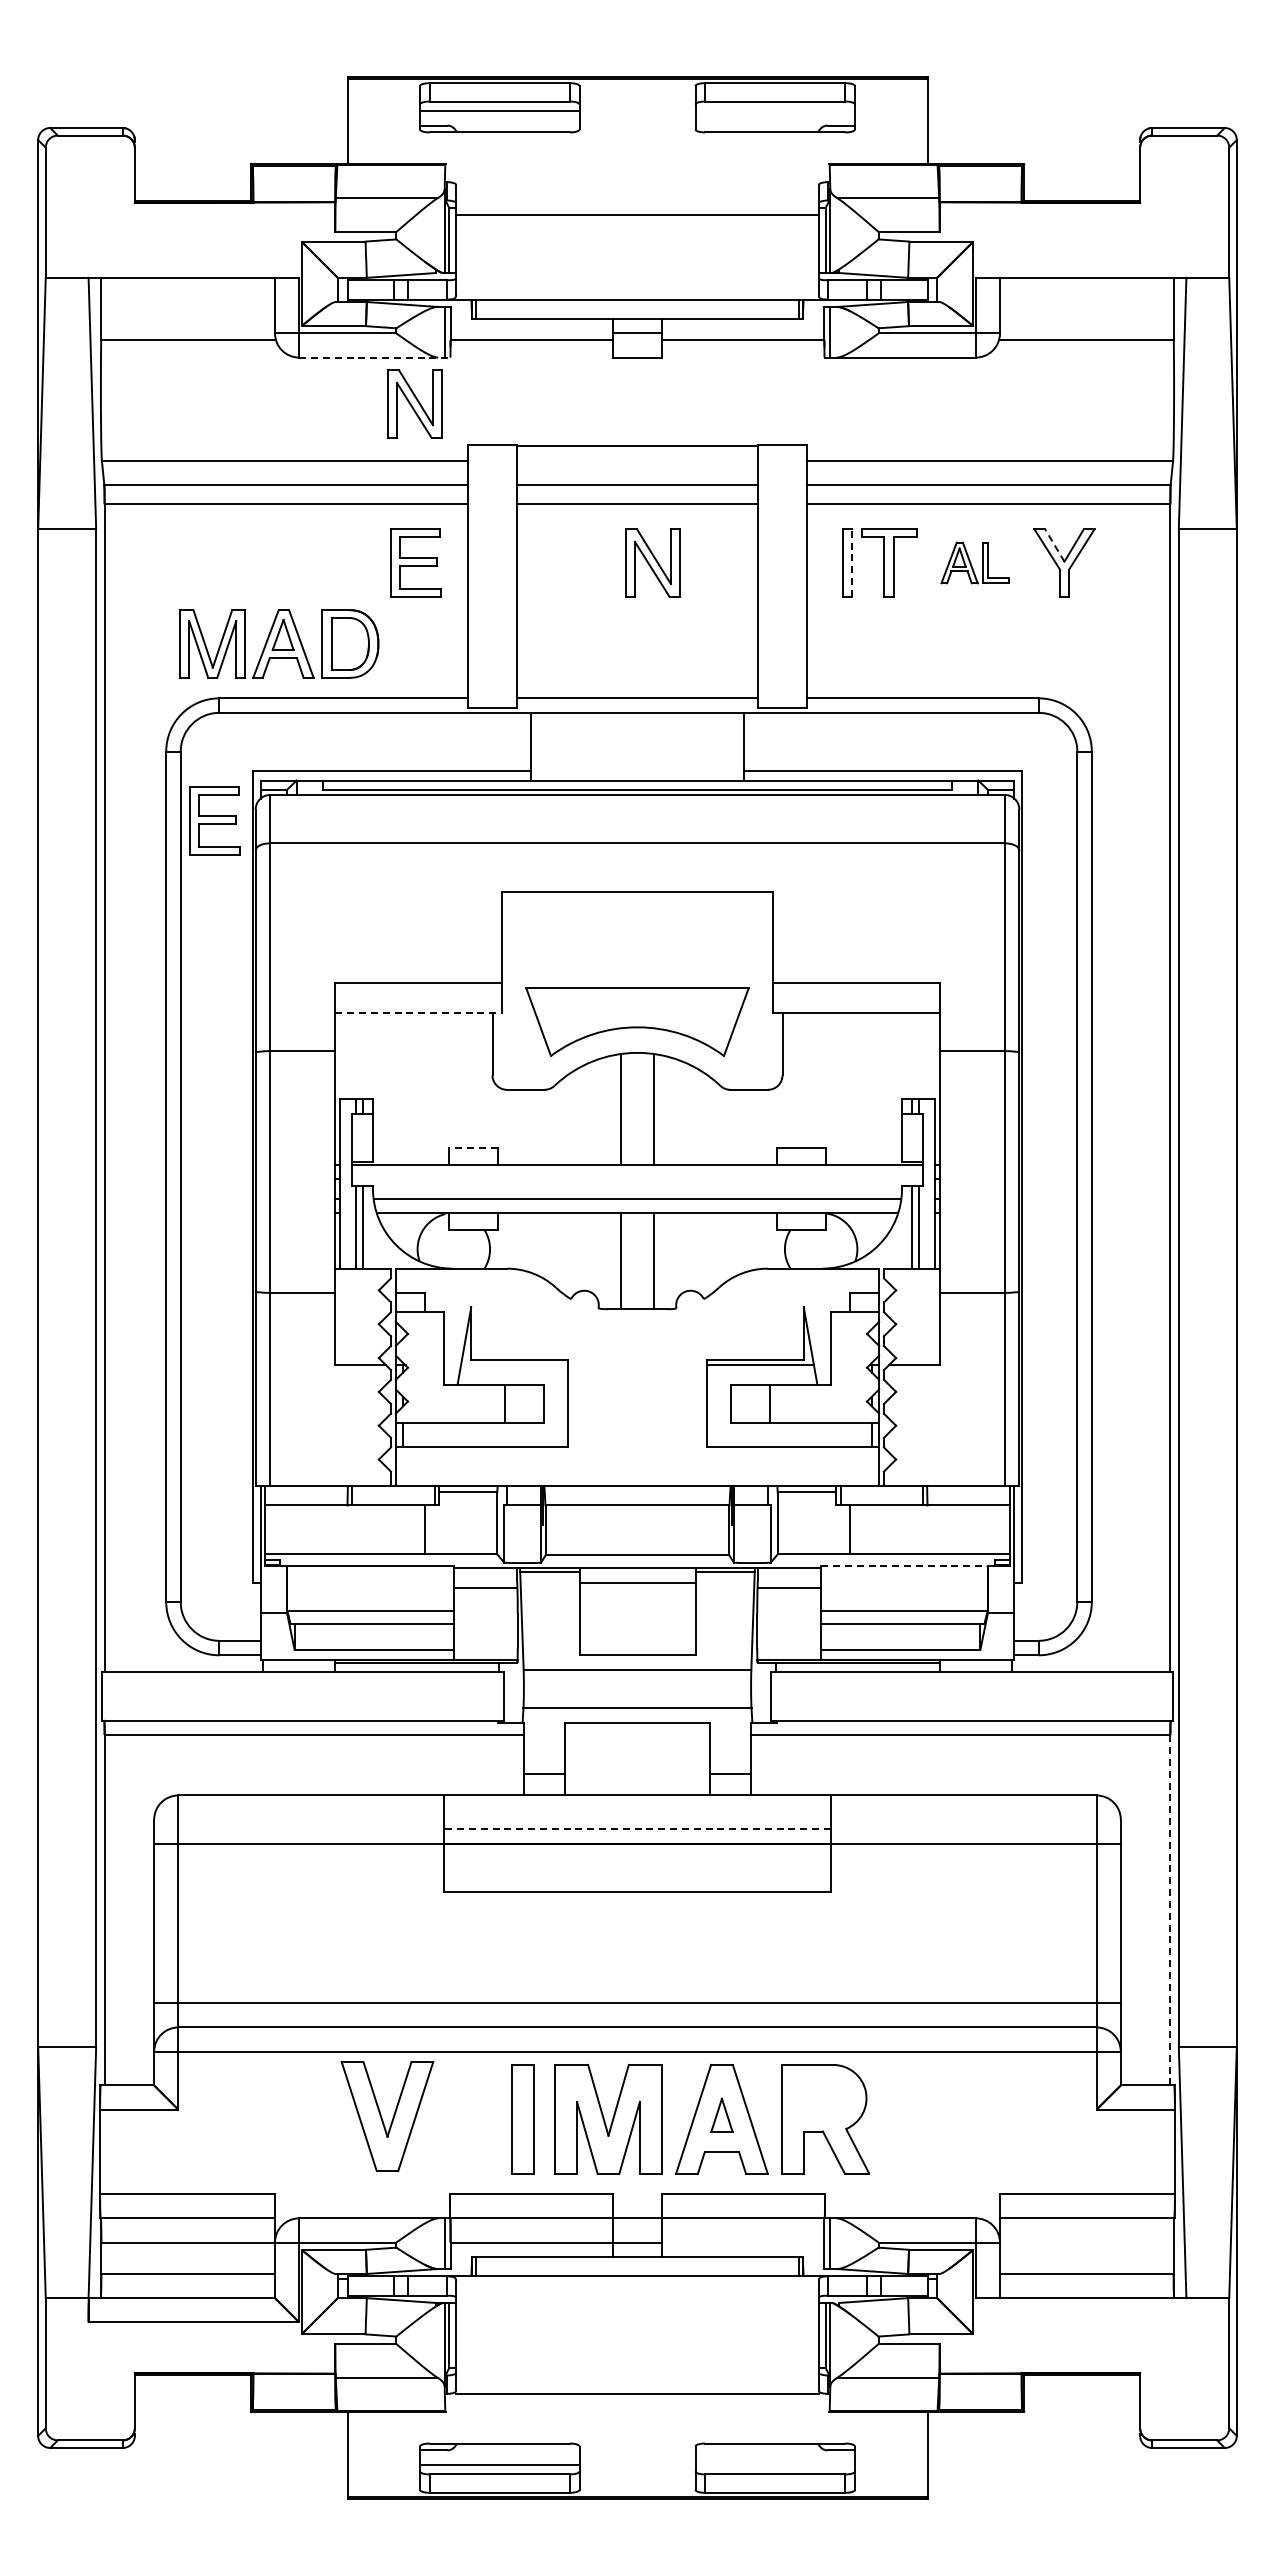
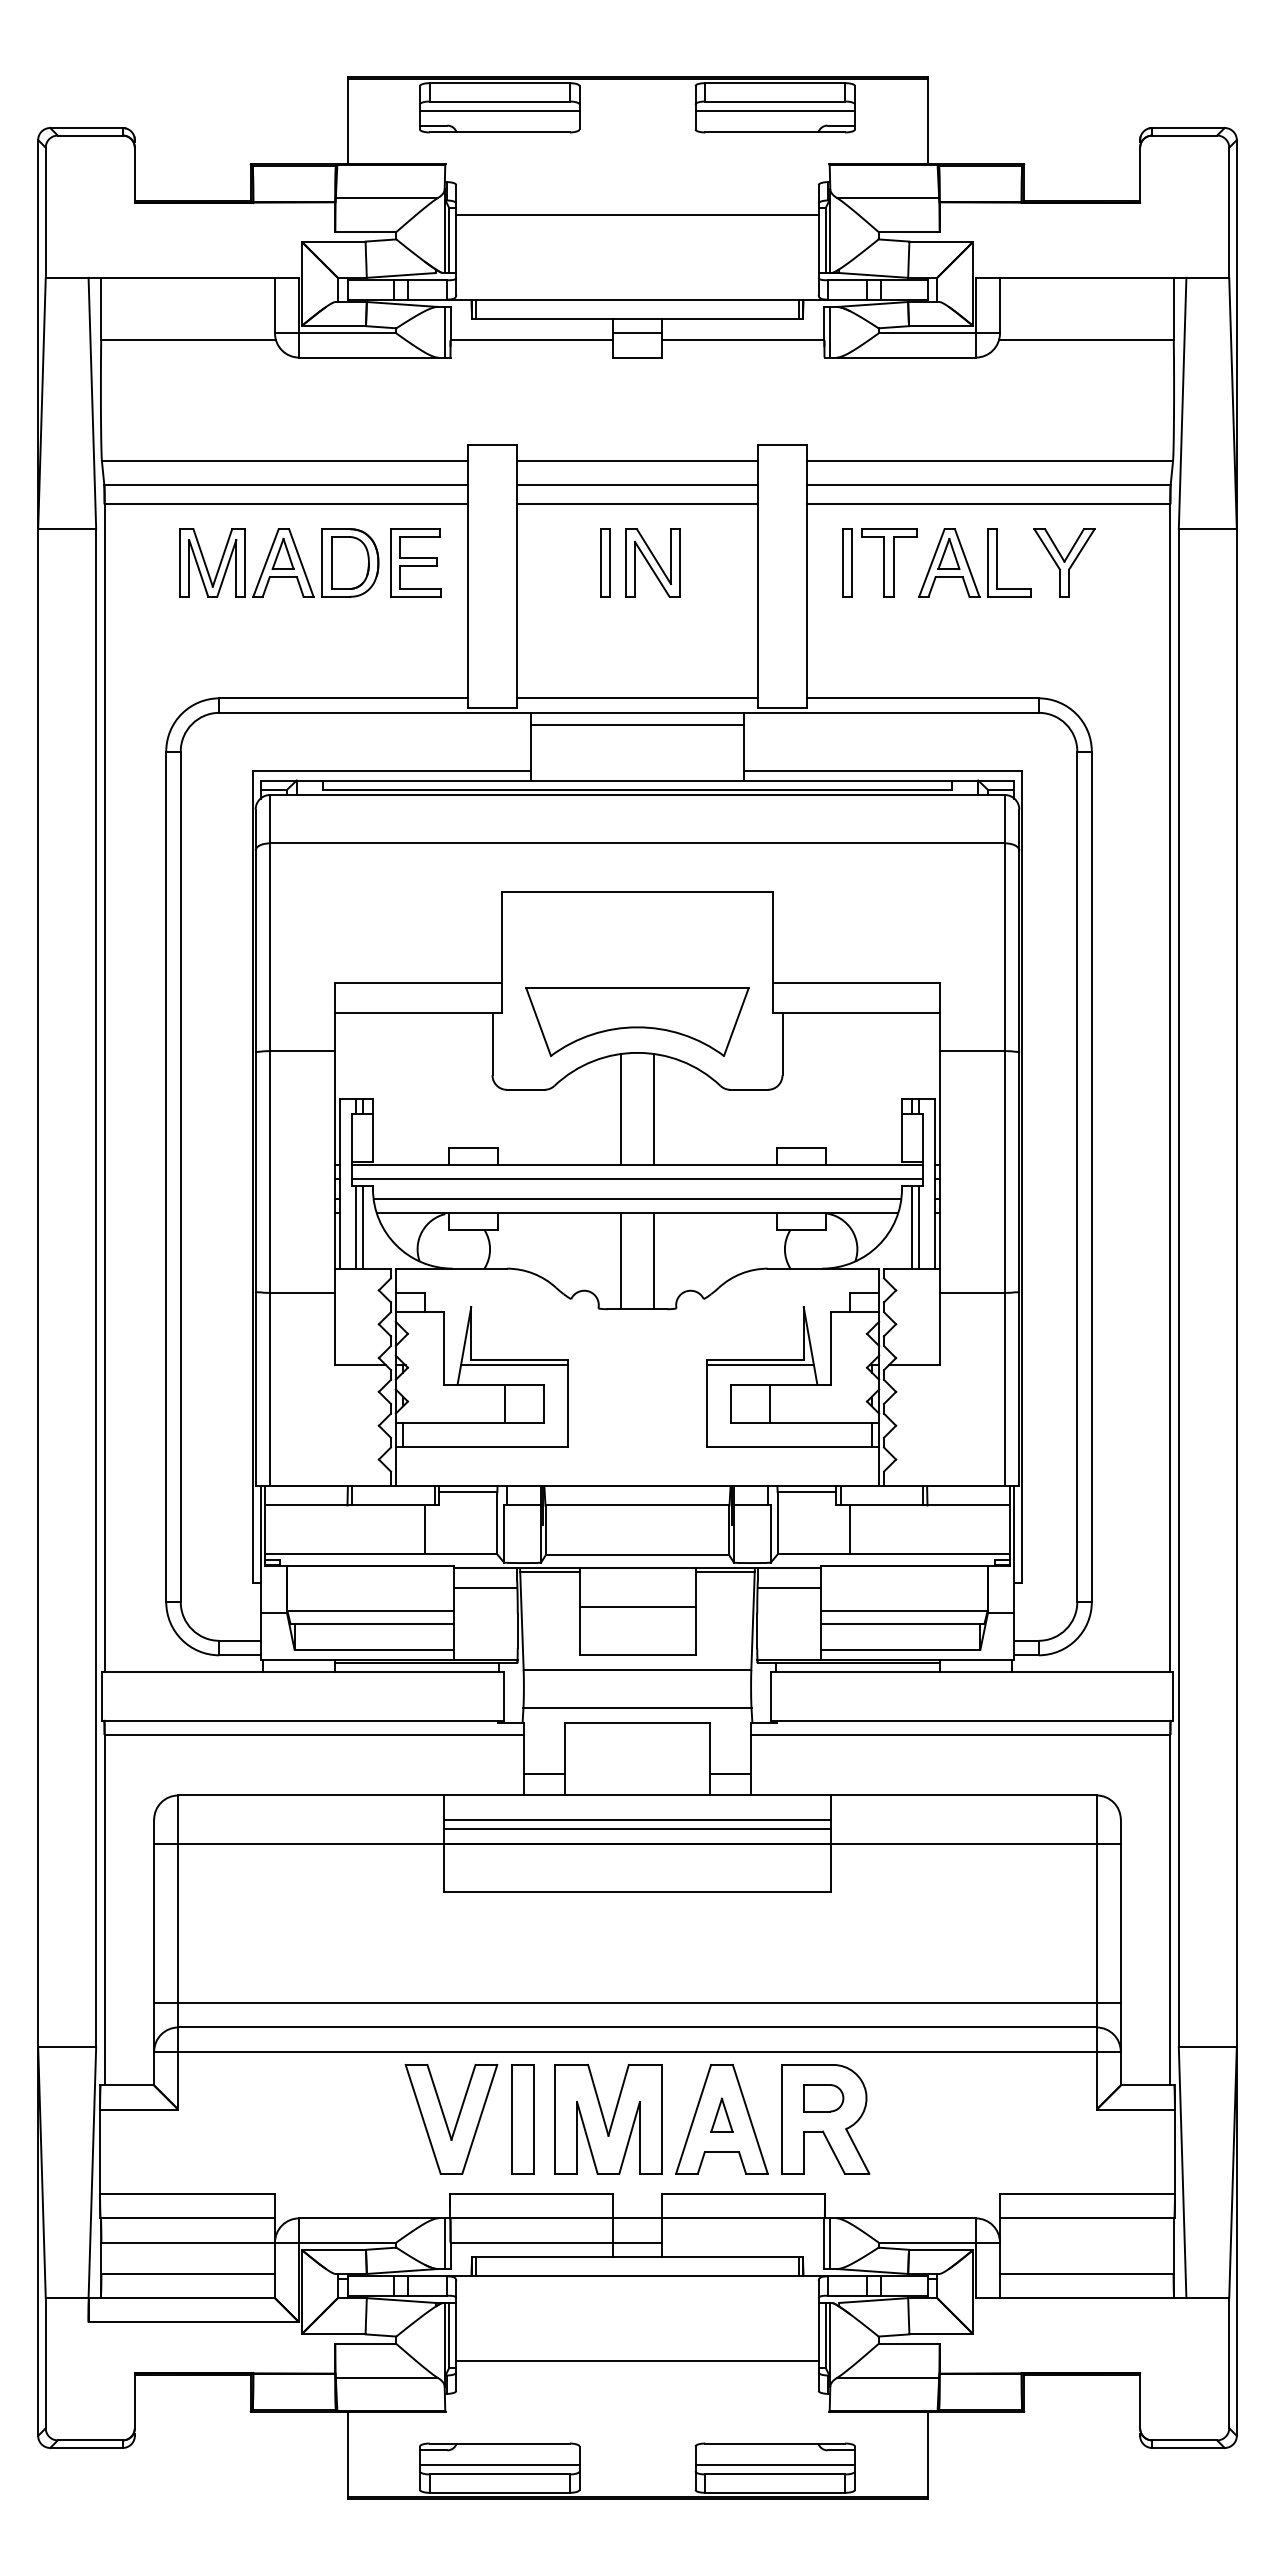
line at (774, 111): none -> present
line at (374, 357): dashed -> solid
part at (414, 403): present -> none
line at (637, 446) position: (637, 446) -> (637, 461)
line at (1054, 545): dashed -> solid
part at (605, 562): none -> present
part at (974, 562) size: 70x44 px -> 114x70 px
line at (851, 563): dashed -> solid
part at (279, 643) position: (279, 643) -> (279, 562)
line at (637, 724): none -> present
part at (214, 820): present -> none
line at (419, 1012): dashed -> solid
line at (473, 1147): dashed -> solid
line at (637, 1179): none -> present
line at (513, 1365): none -> present
line at (904, 1566): dashed -> solid
line at (637, 1582) position: (637, 1582) -> (637, 1606)
line at (637, 1819): none -> present
line at (637, 1829): dashed -> solid
line at (1170, 1909): dashed -> solid
part at (823, 2098): none -> present
part at (387, 2116) position: (387, 2116) -> (451, 2119)
line at (637, 2394) position: (637, 2394) -> (637, 2361)
line at (774, 2464): none -> present
